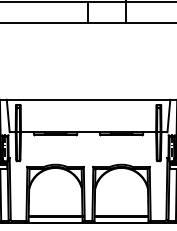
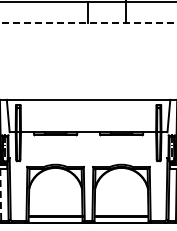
line at (88, 23): solid -> dashed
line at (0, 194): solid -> dashed
